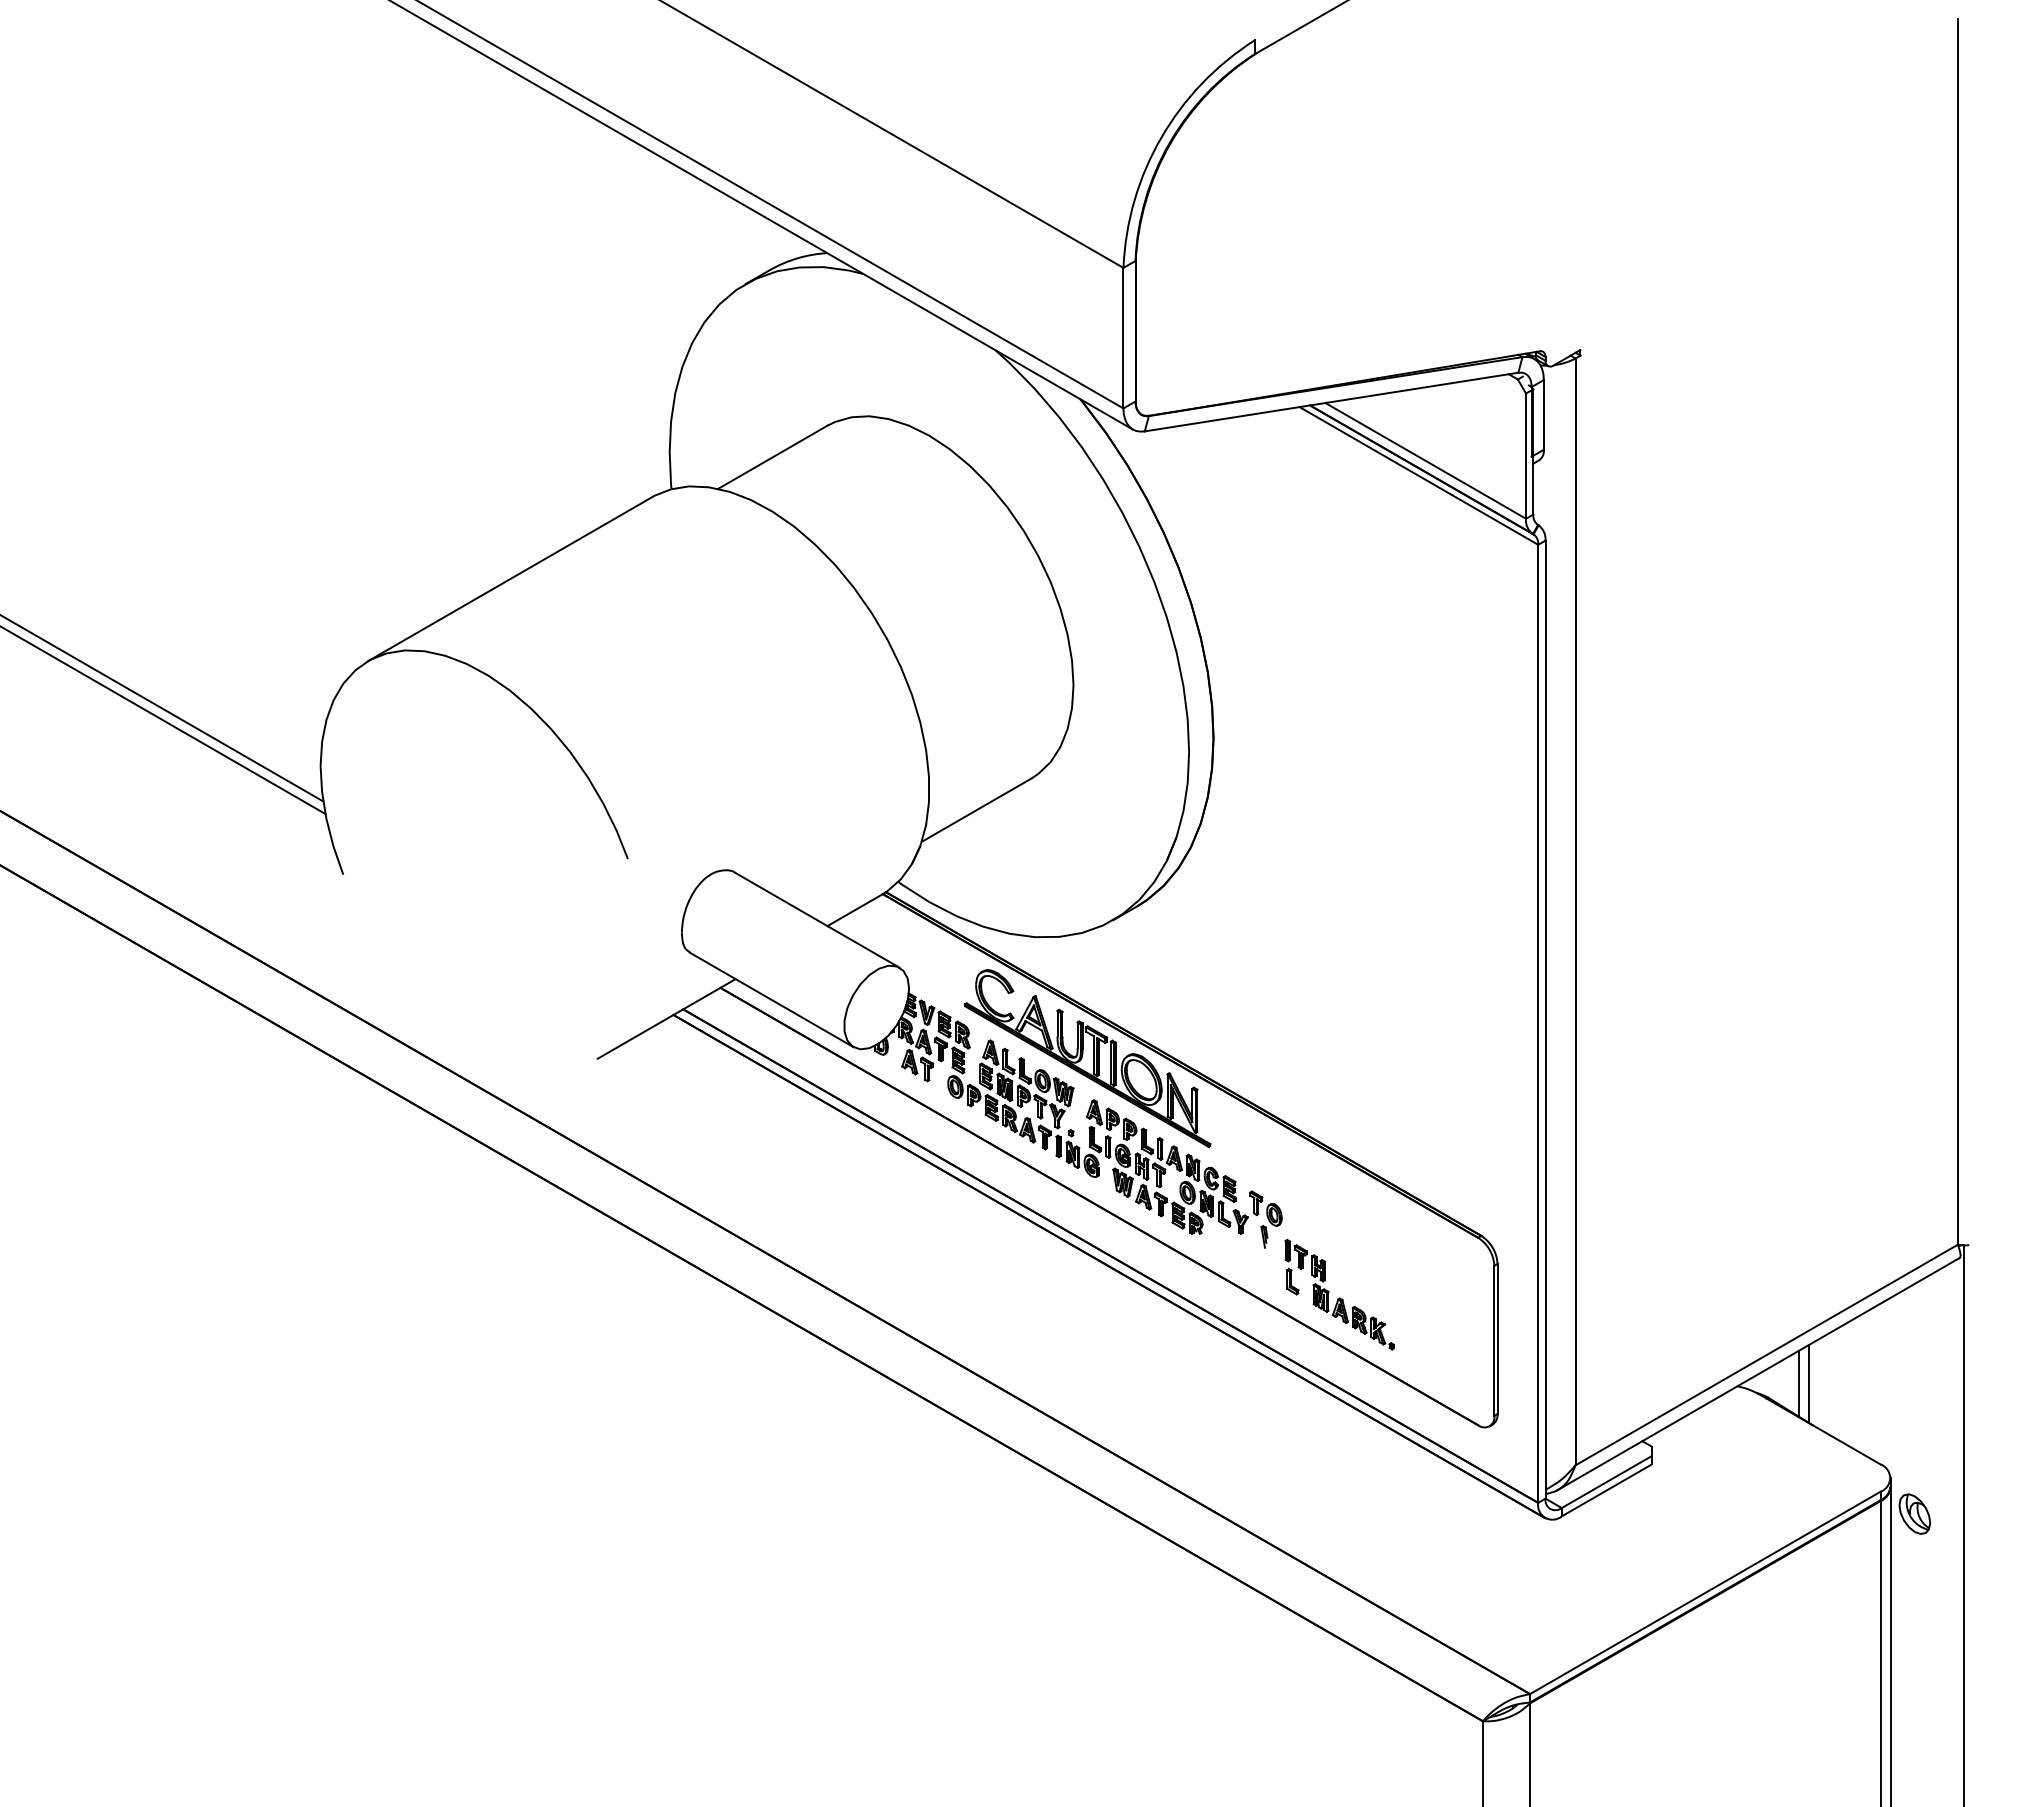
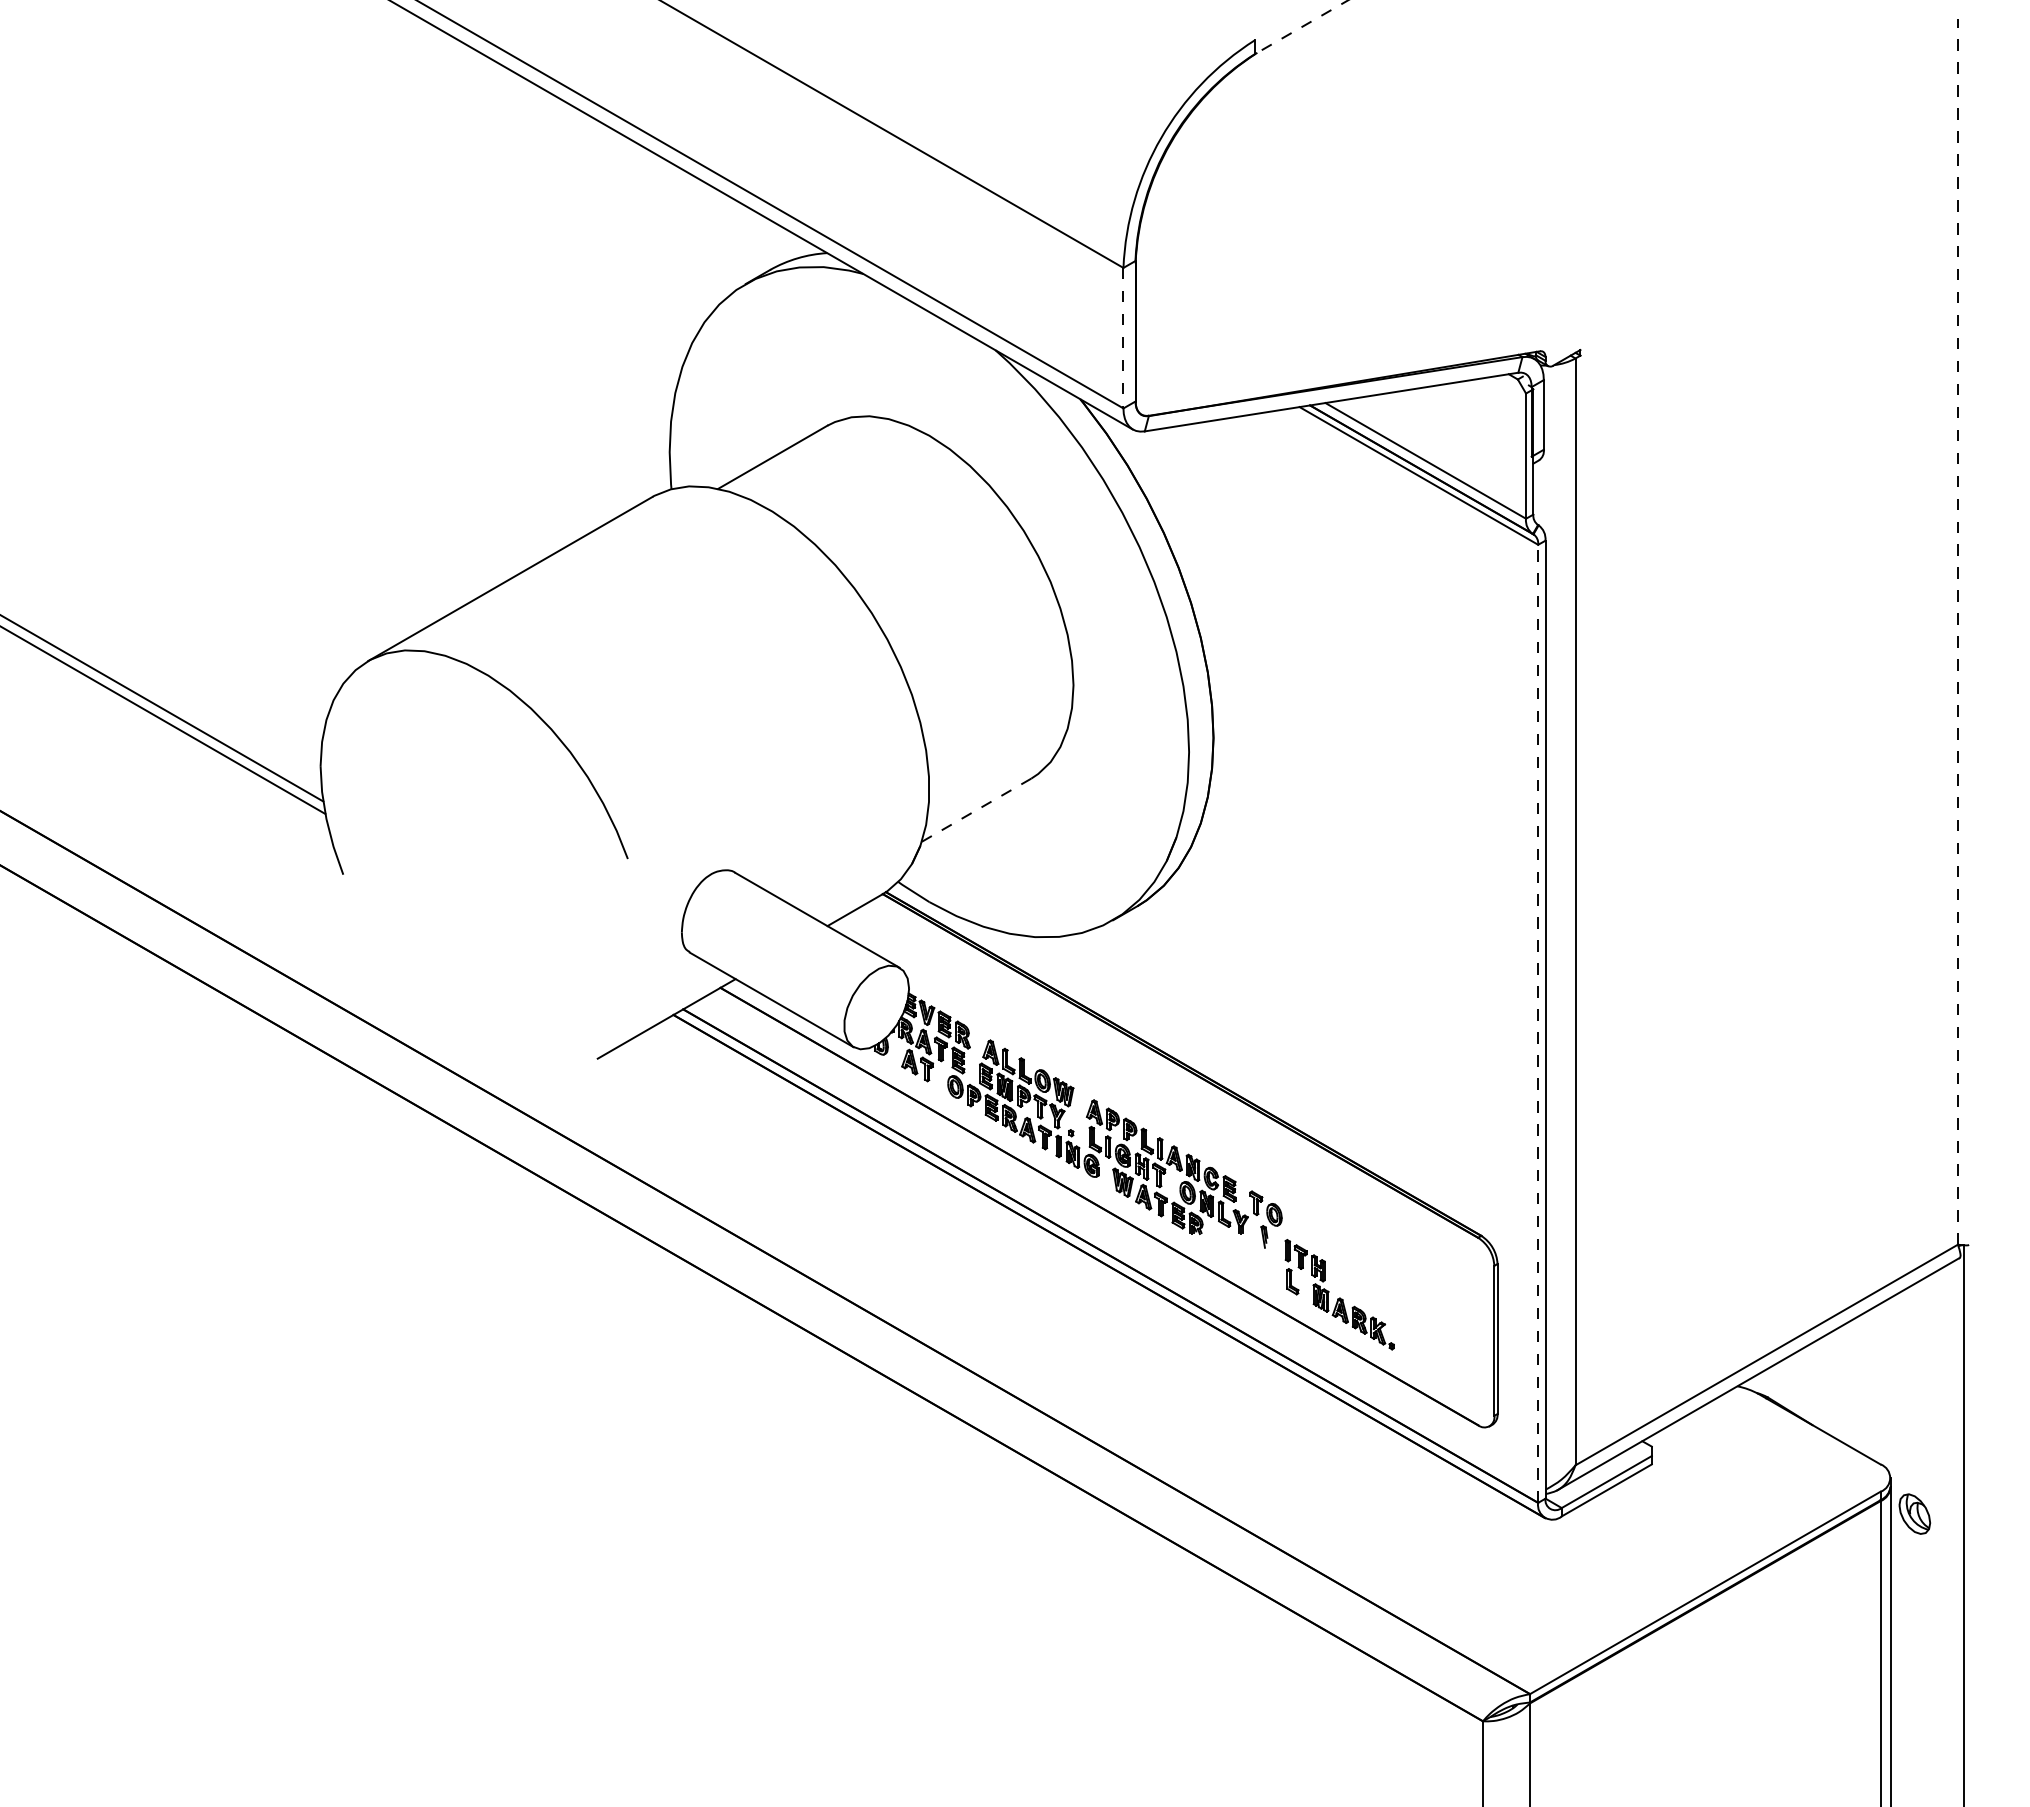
line at (1301, 27): solid -> dashed
line at (1123, 338): solid -> dashed
line at (1957, 631): solid -> dashed
line at (977, 809): solid -> dashed
line at (1538, 1023): solid -> dashed
part at (1087, 1058): present -> none
line at (1798, 1383): present -> none
line at (1808, 1383): present -> none
